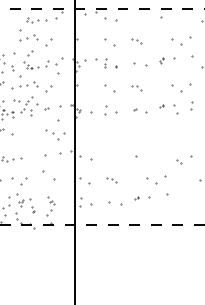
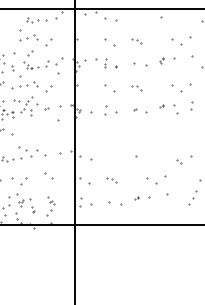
line at (102, 9): dashed -> solid
part at (55, 134) position: (55, 134) -> (28, 151)
part at (48, 175) size: 14x11 px -> 10x8 px
part at (192, 197): none -> present
line at (102, 224): dashed -> solid
